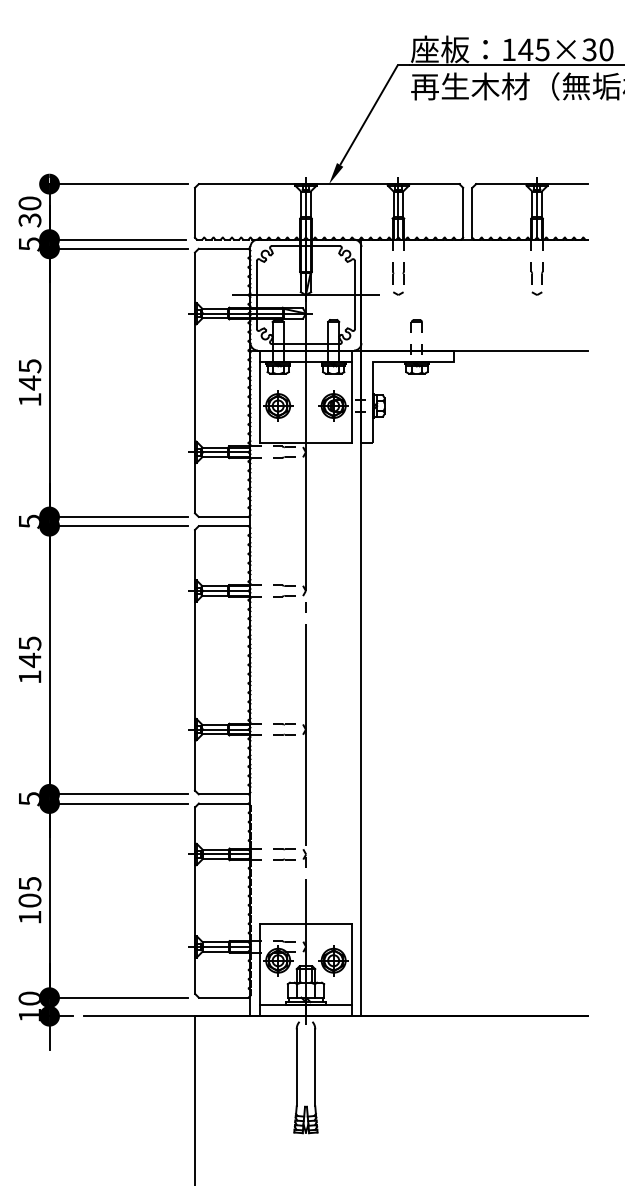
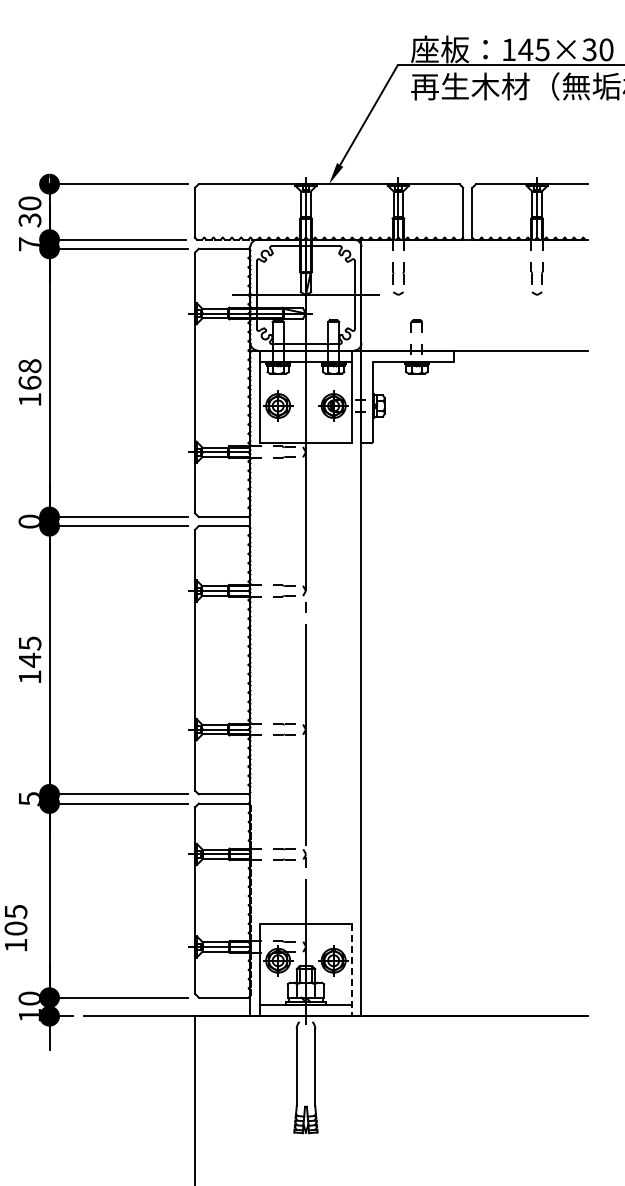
text at (29, 244): 5 -> 7
text at (29, 374): 145 -> 168
text at (28, 521): 5 -> 0
text at (29, 900) position: (29, 900) -> (15, 928)
line at (352, 970): solid -> dashed
